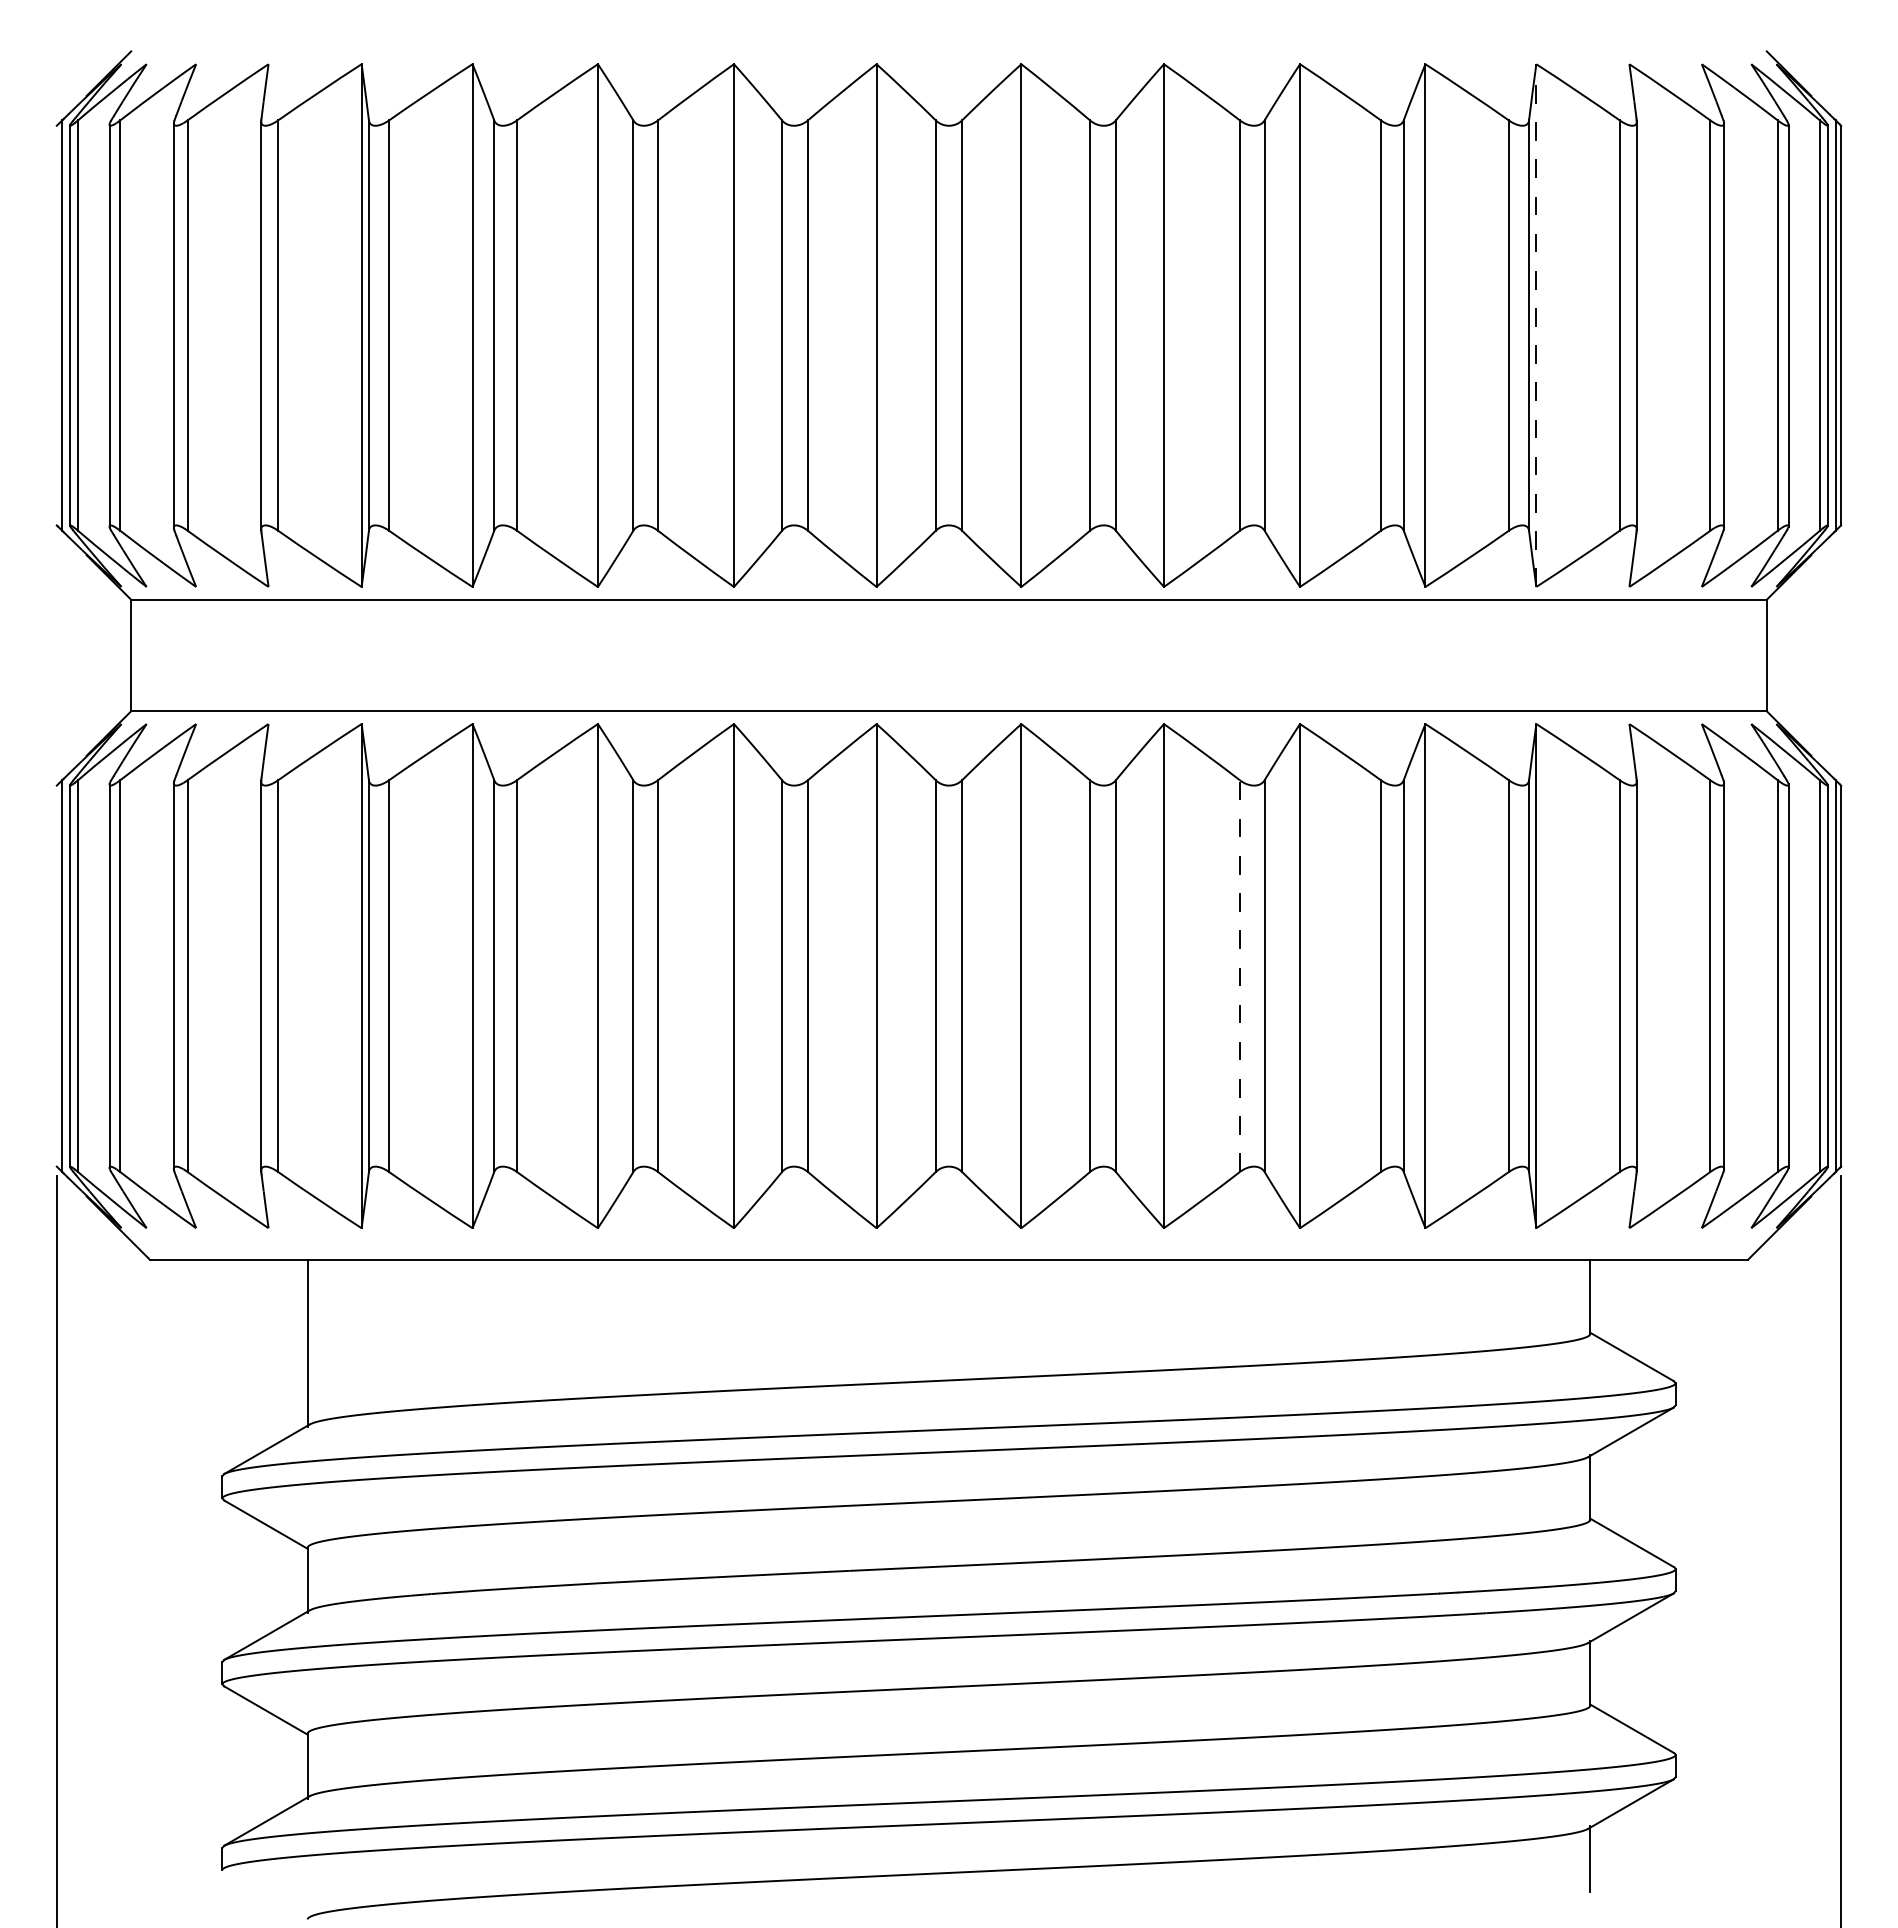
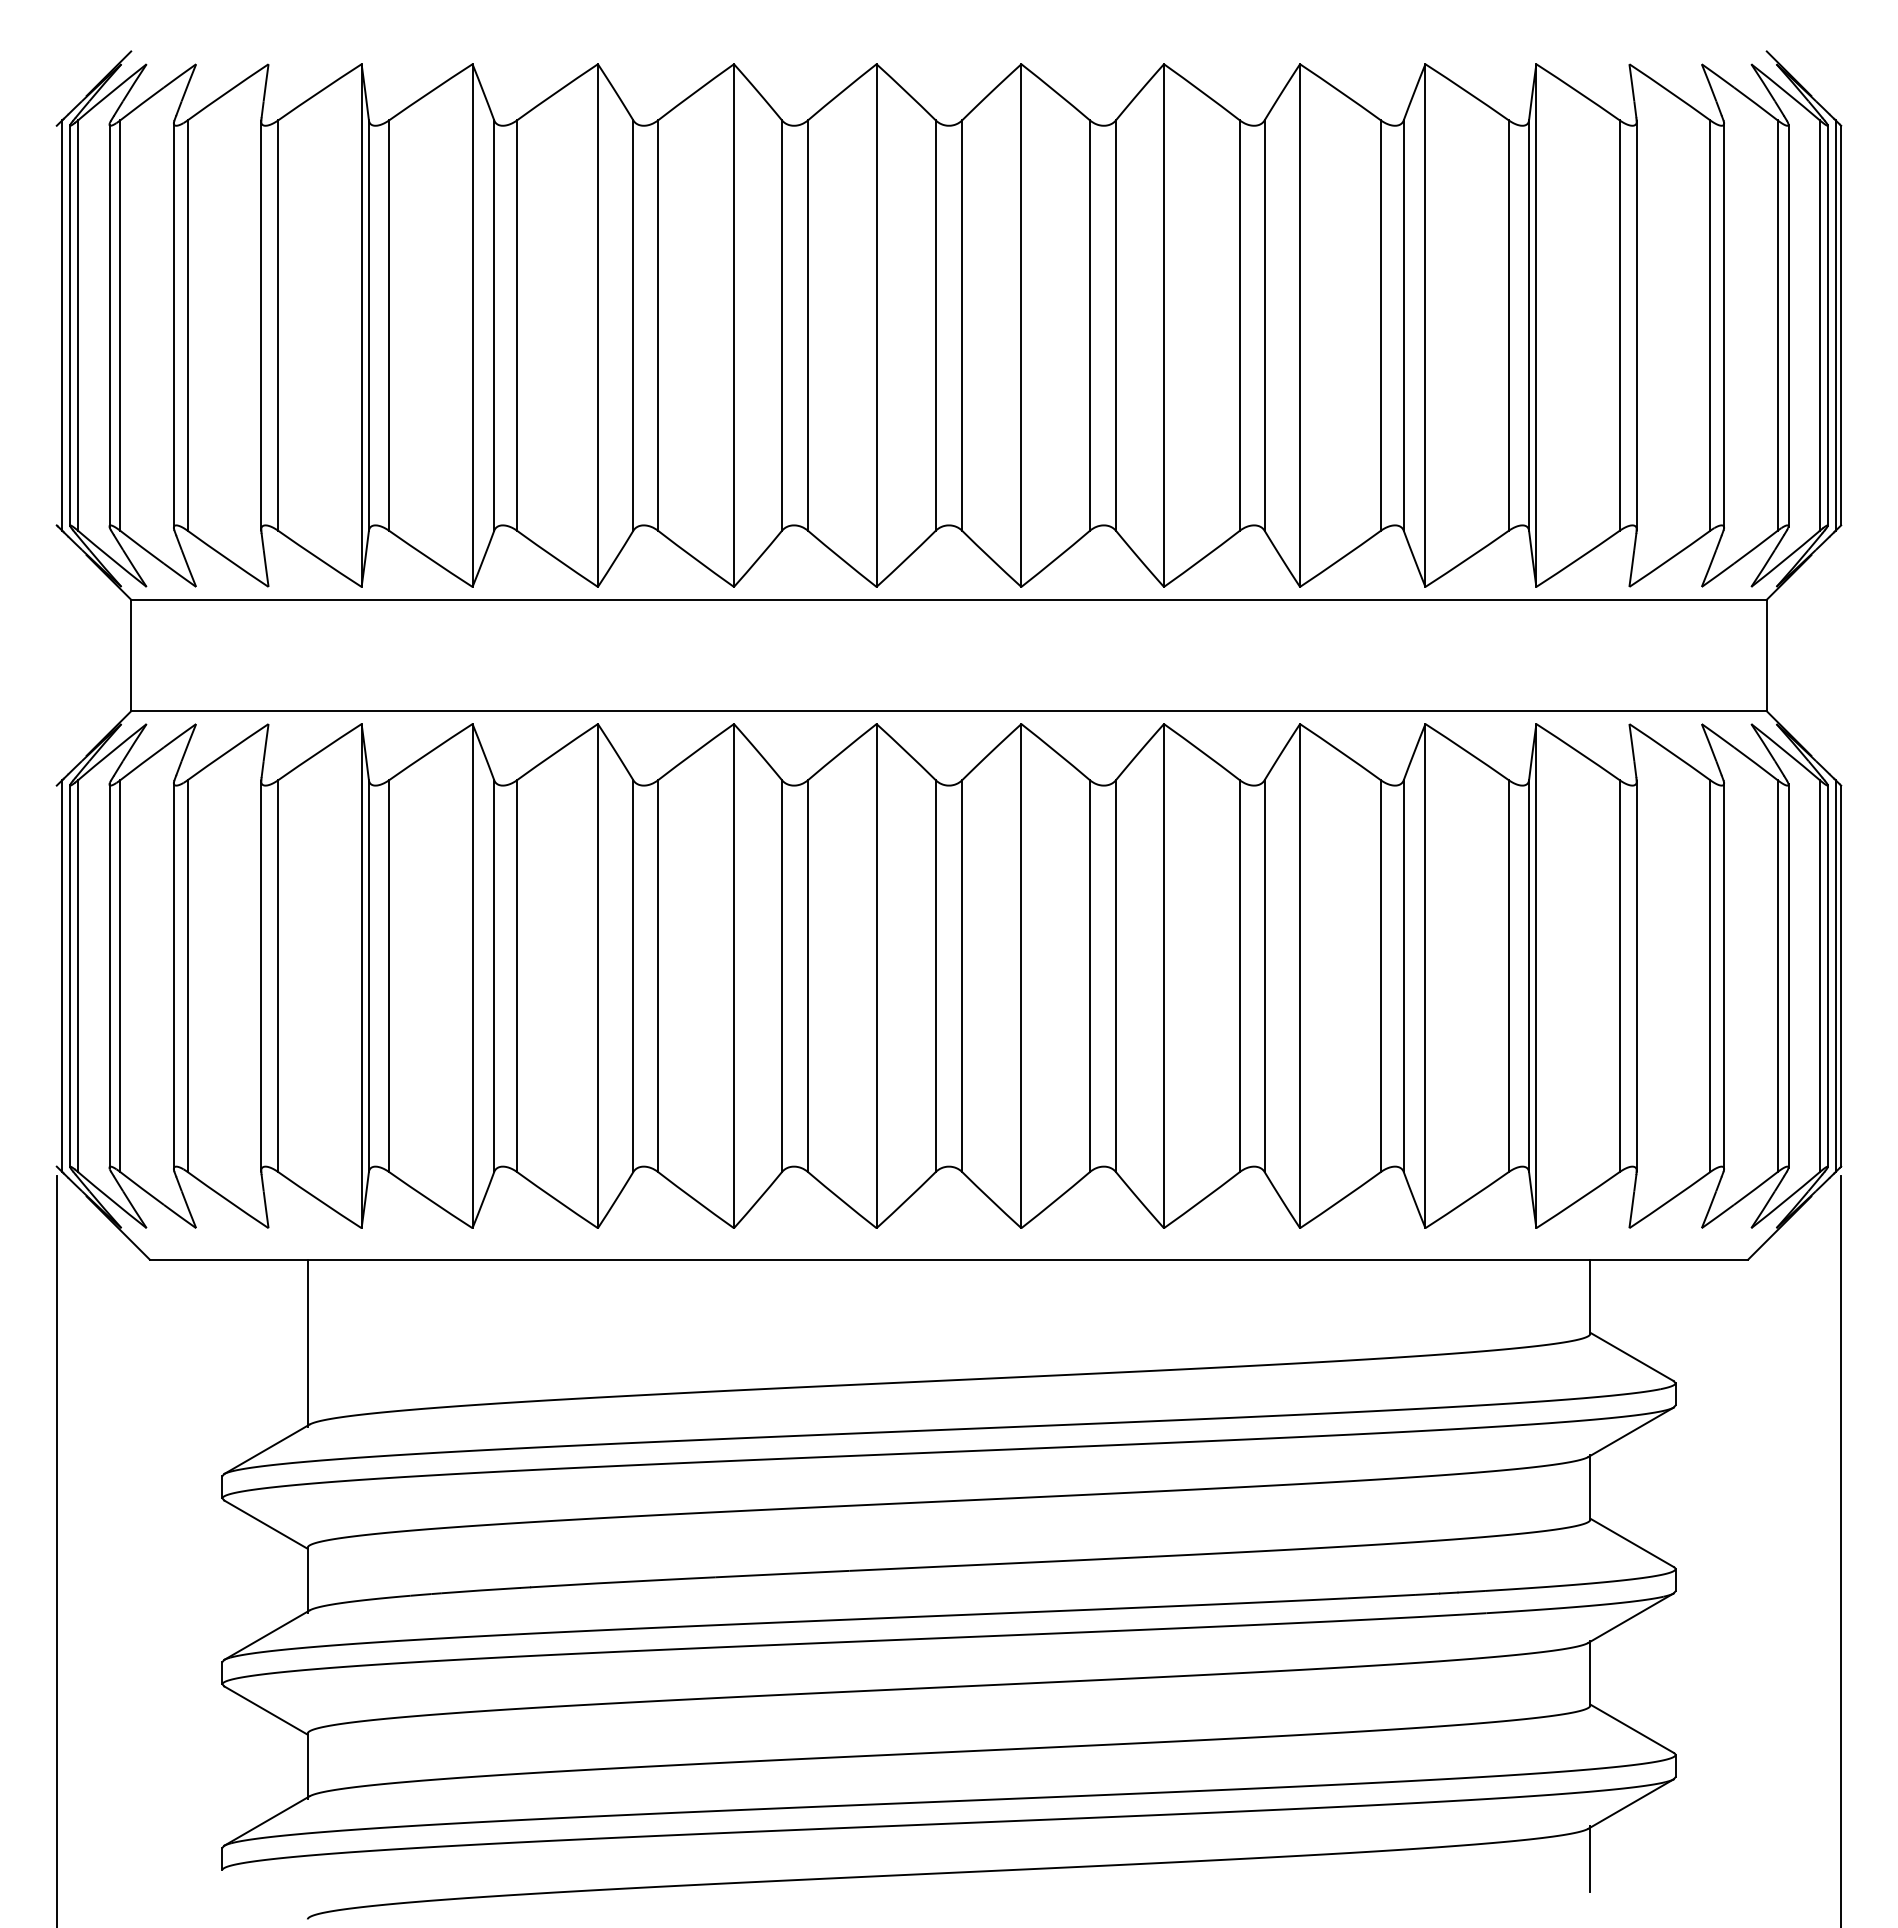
line at (1536, 325): dashed -> solid
line at (1239, 976): dashed -> solid
